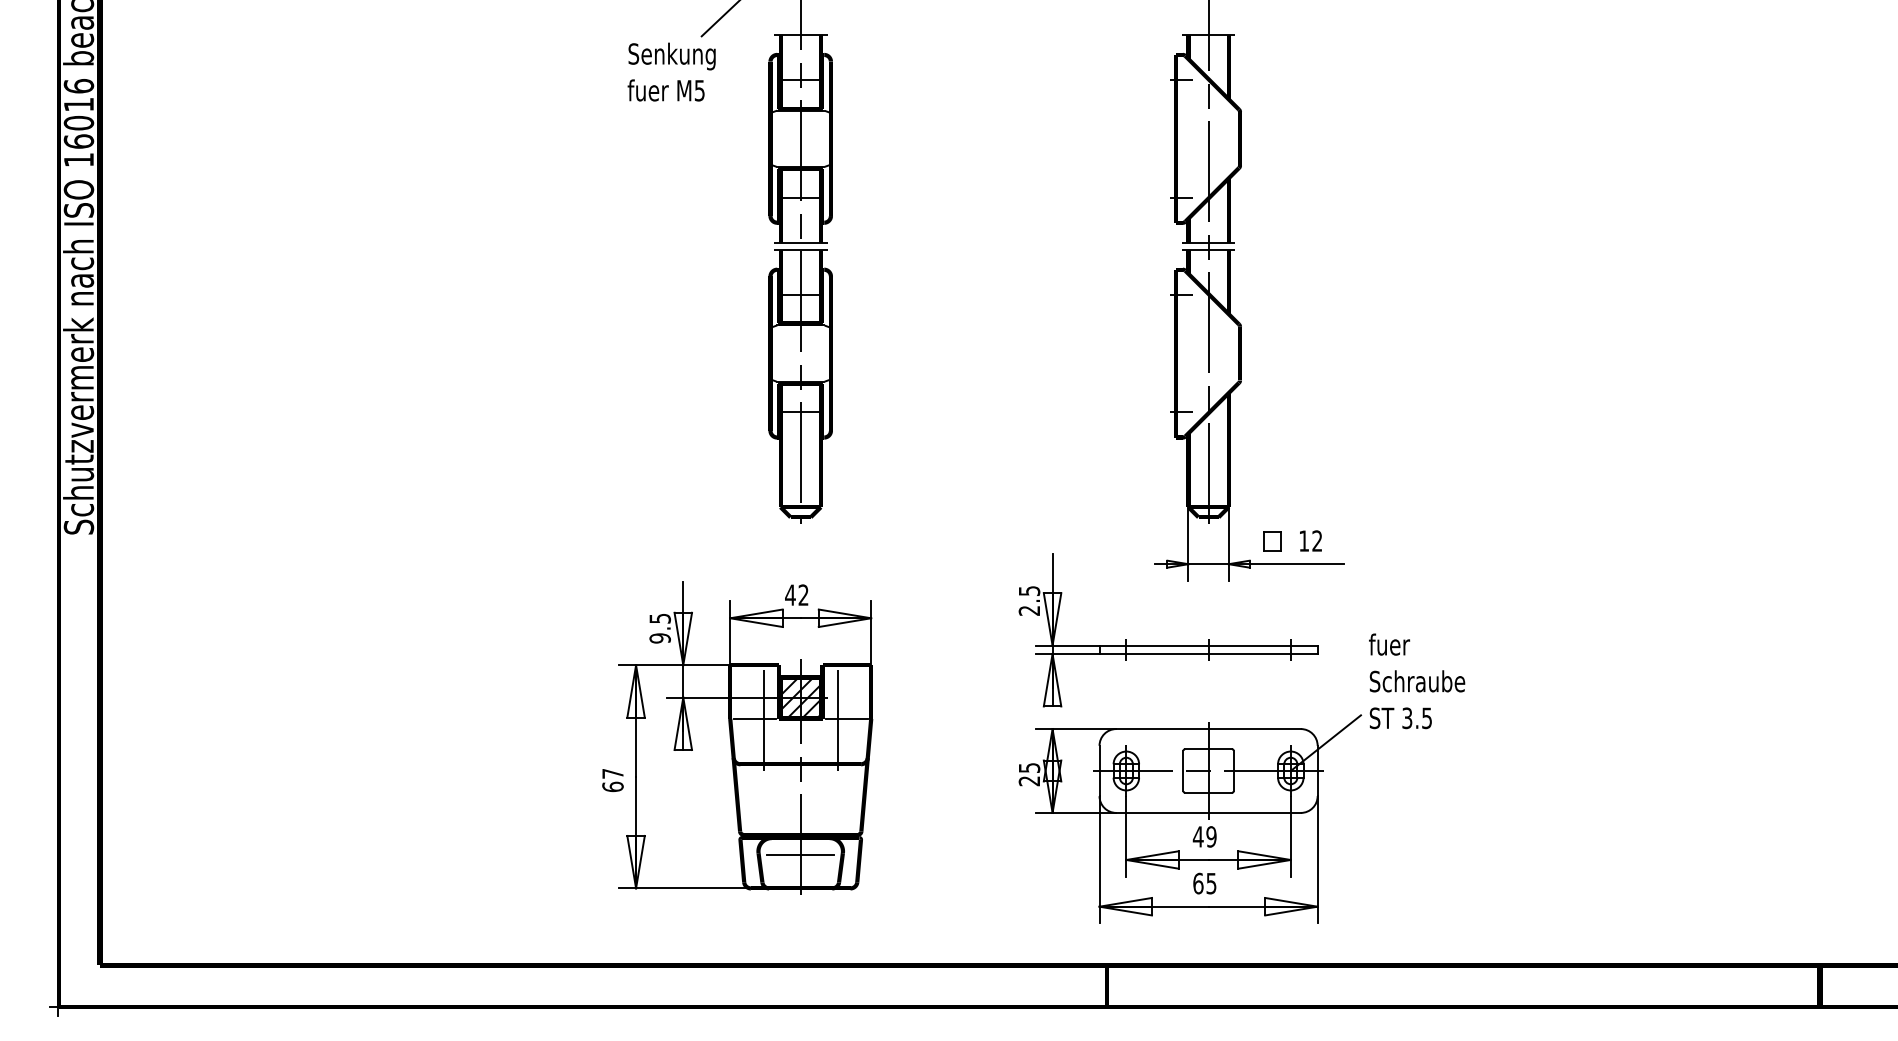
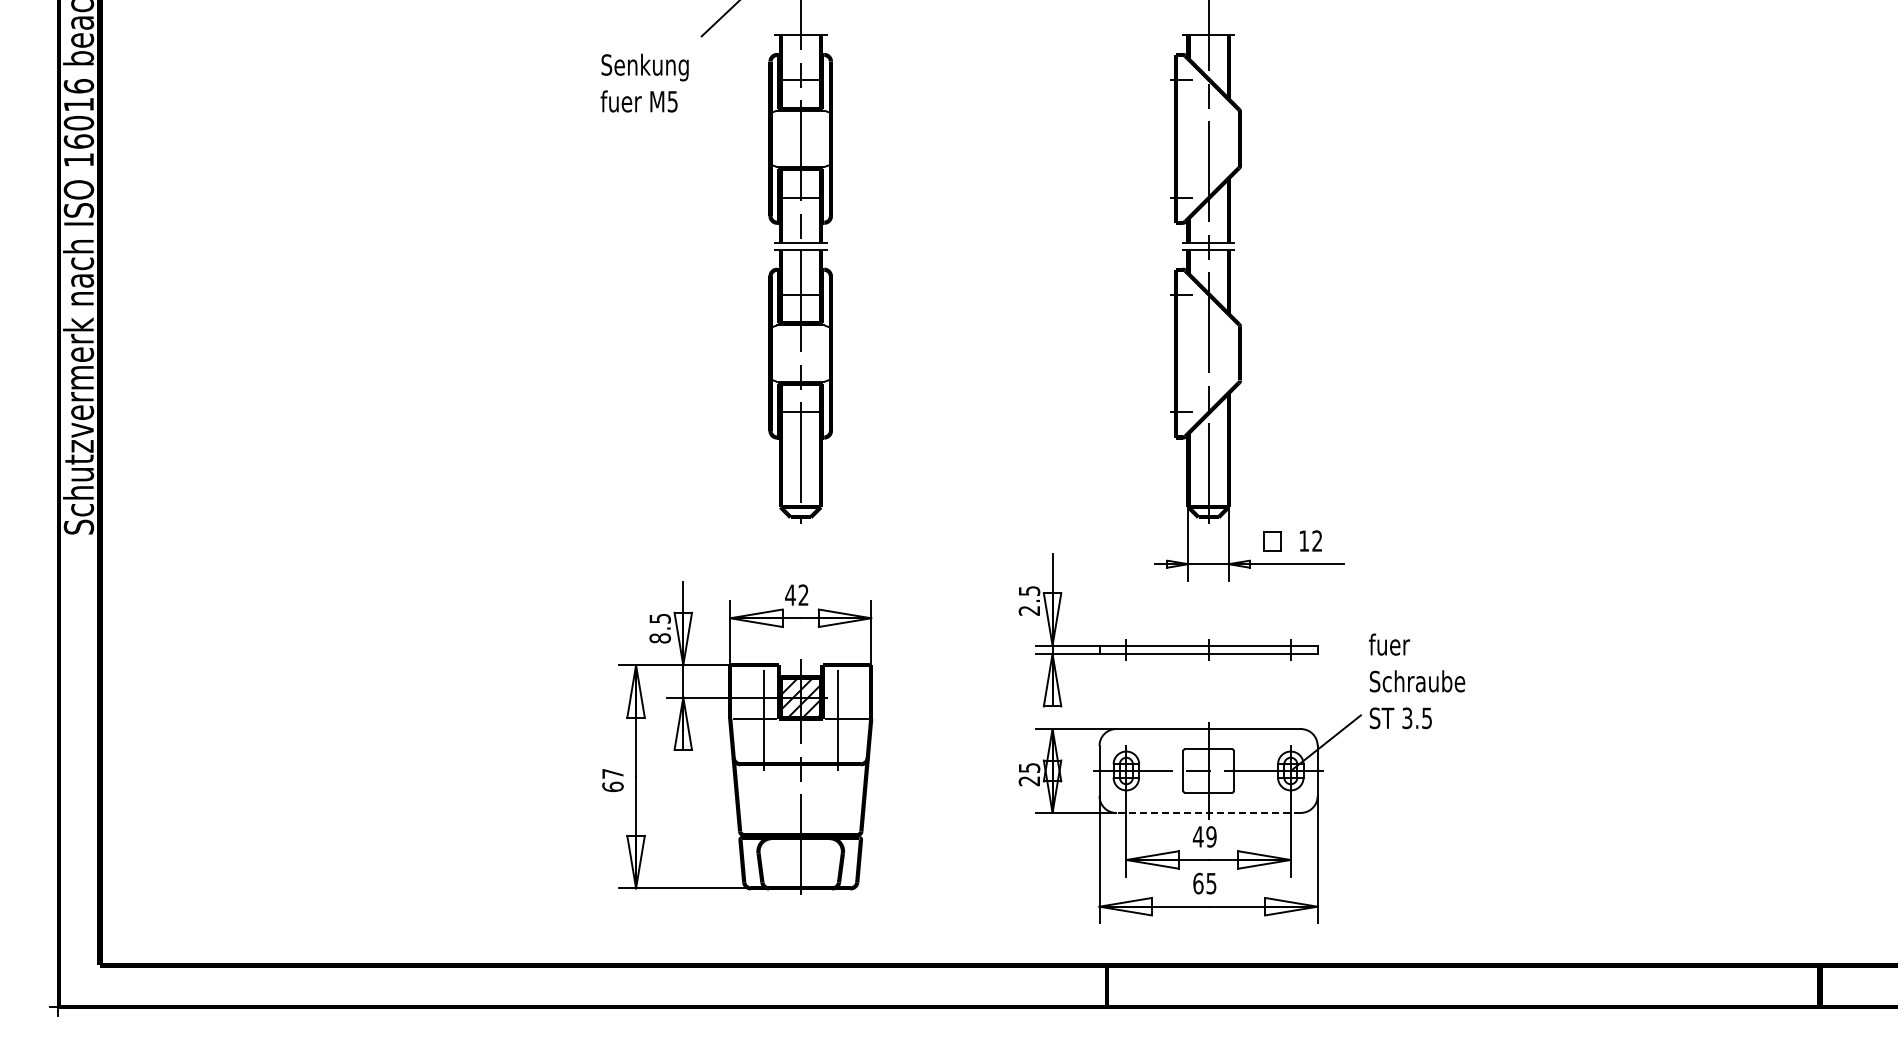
text at (671, 71) position: (671, 71) -> (644, 82)
text at (659, 638): 9.5 -> 8.5
line at (1208, 812): solid -> dashed
line at (800, 854): present -> none
